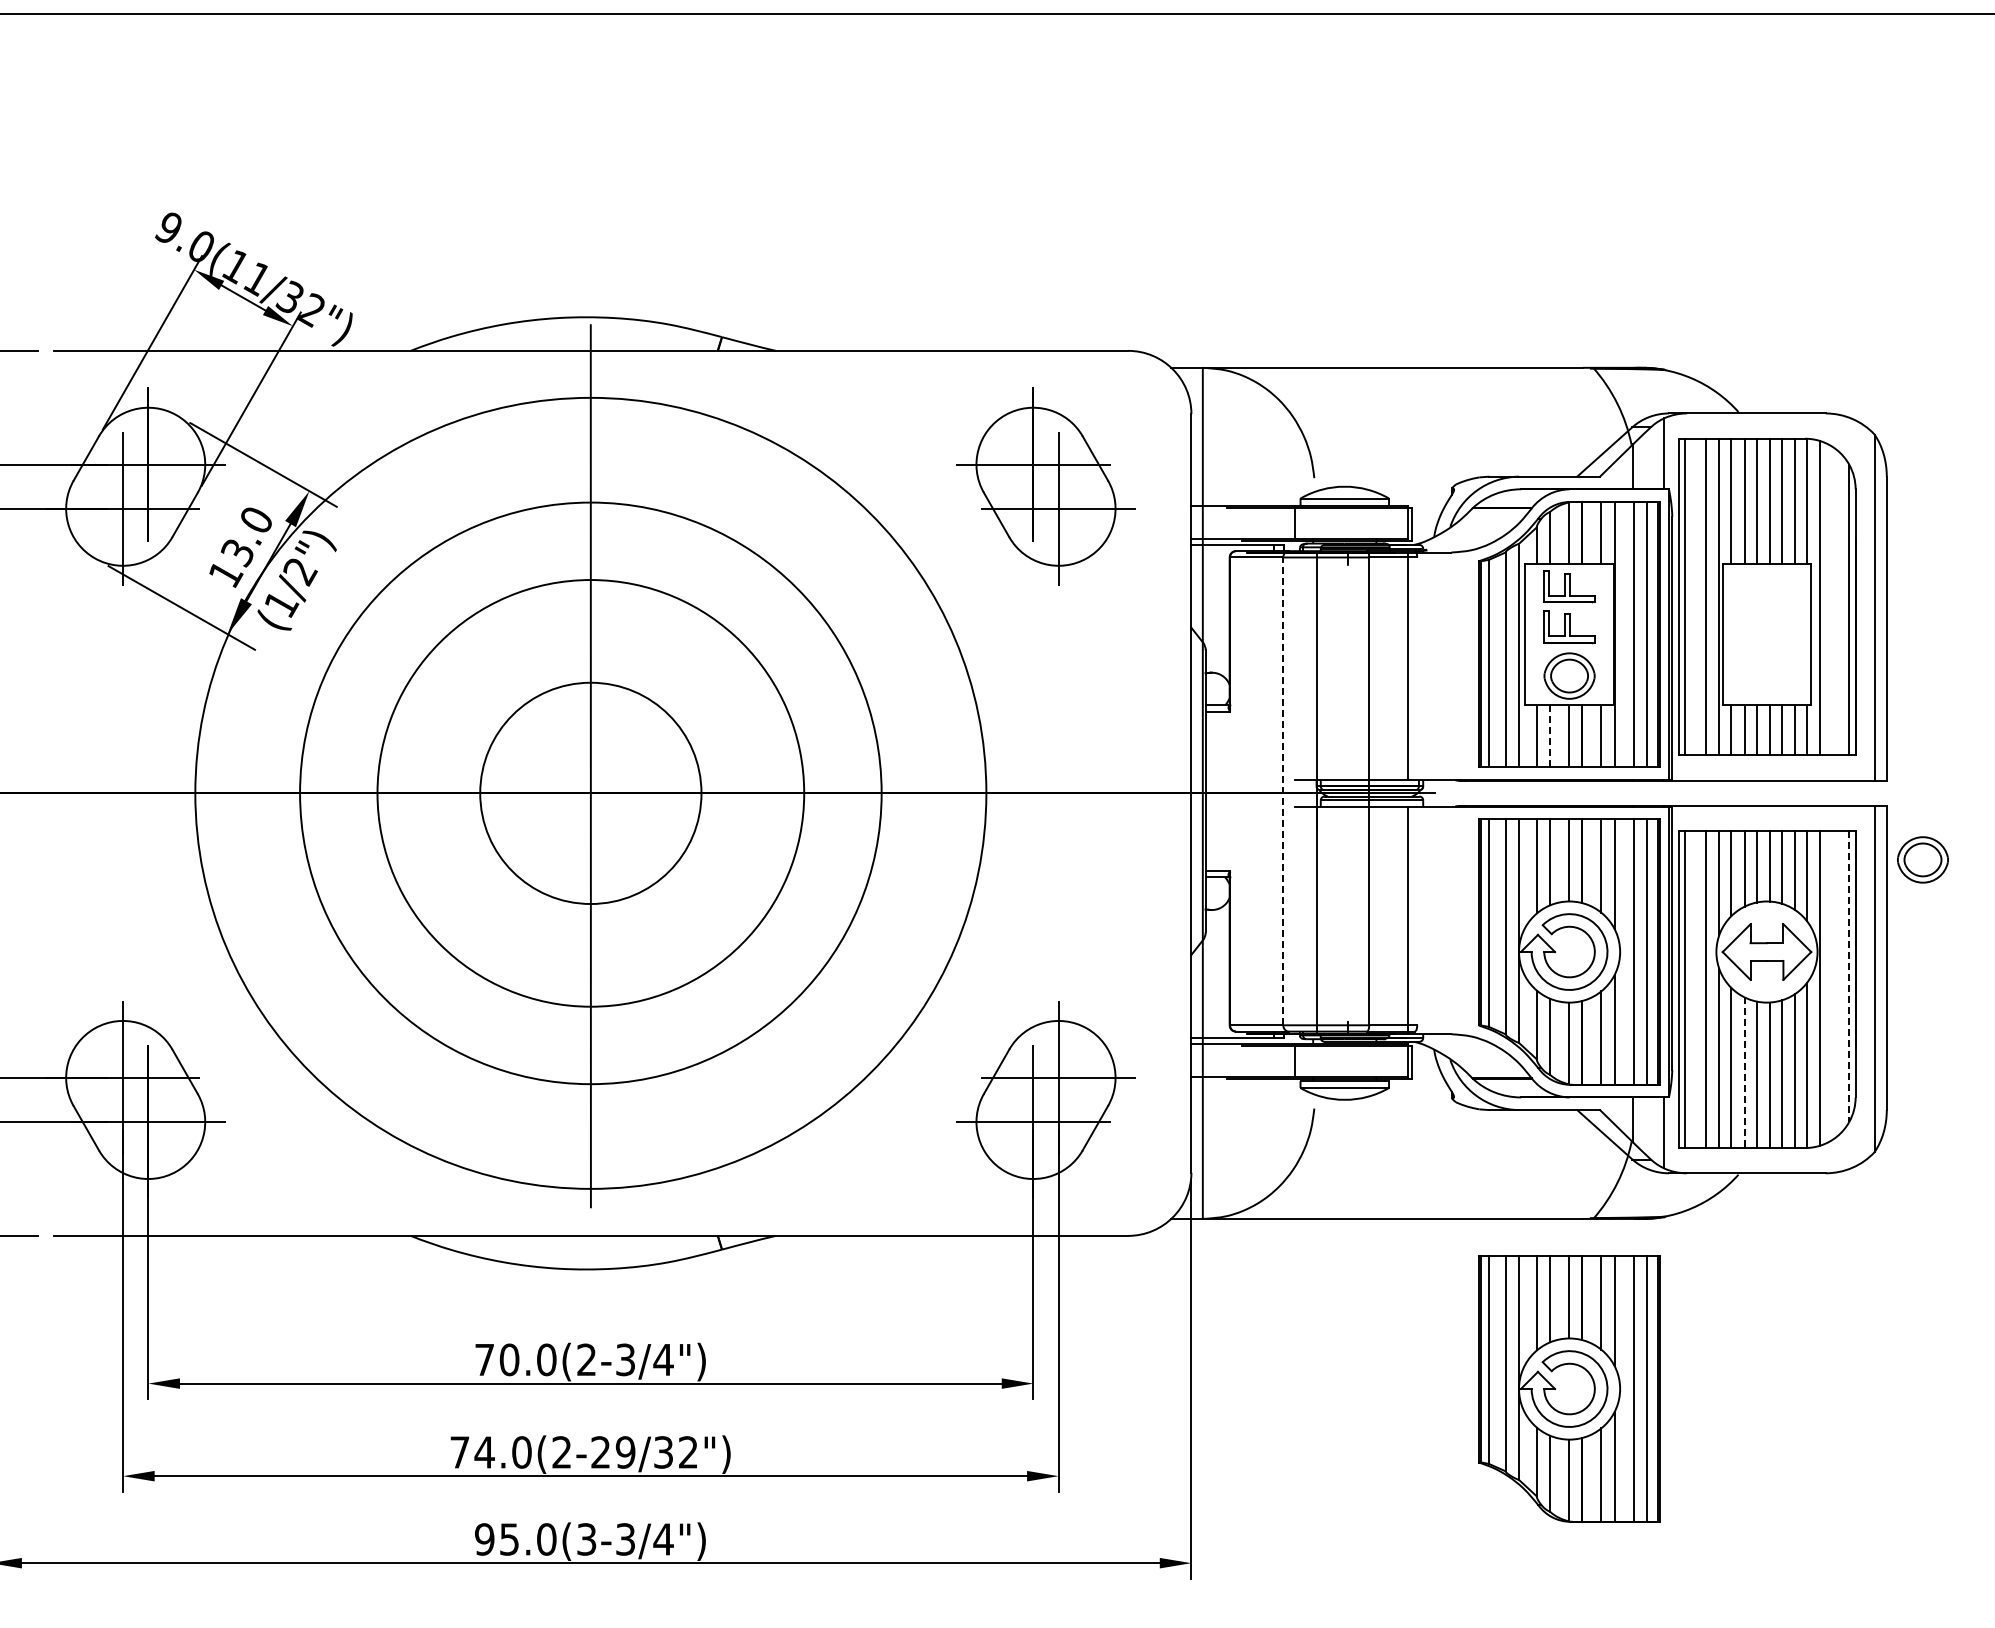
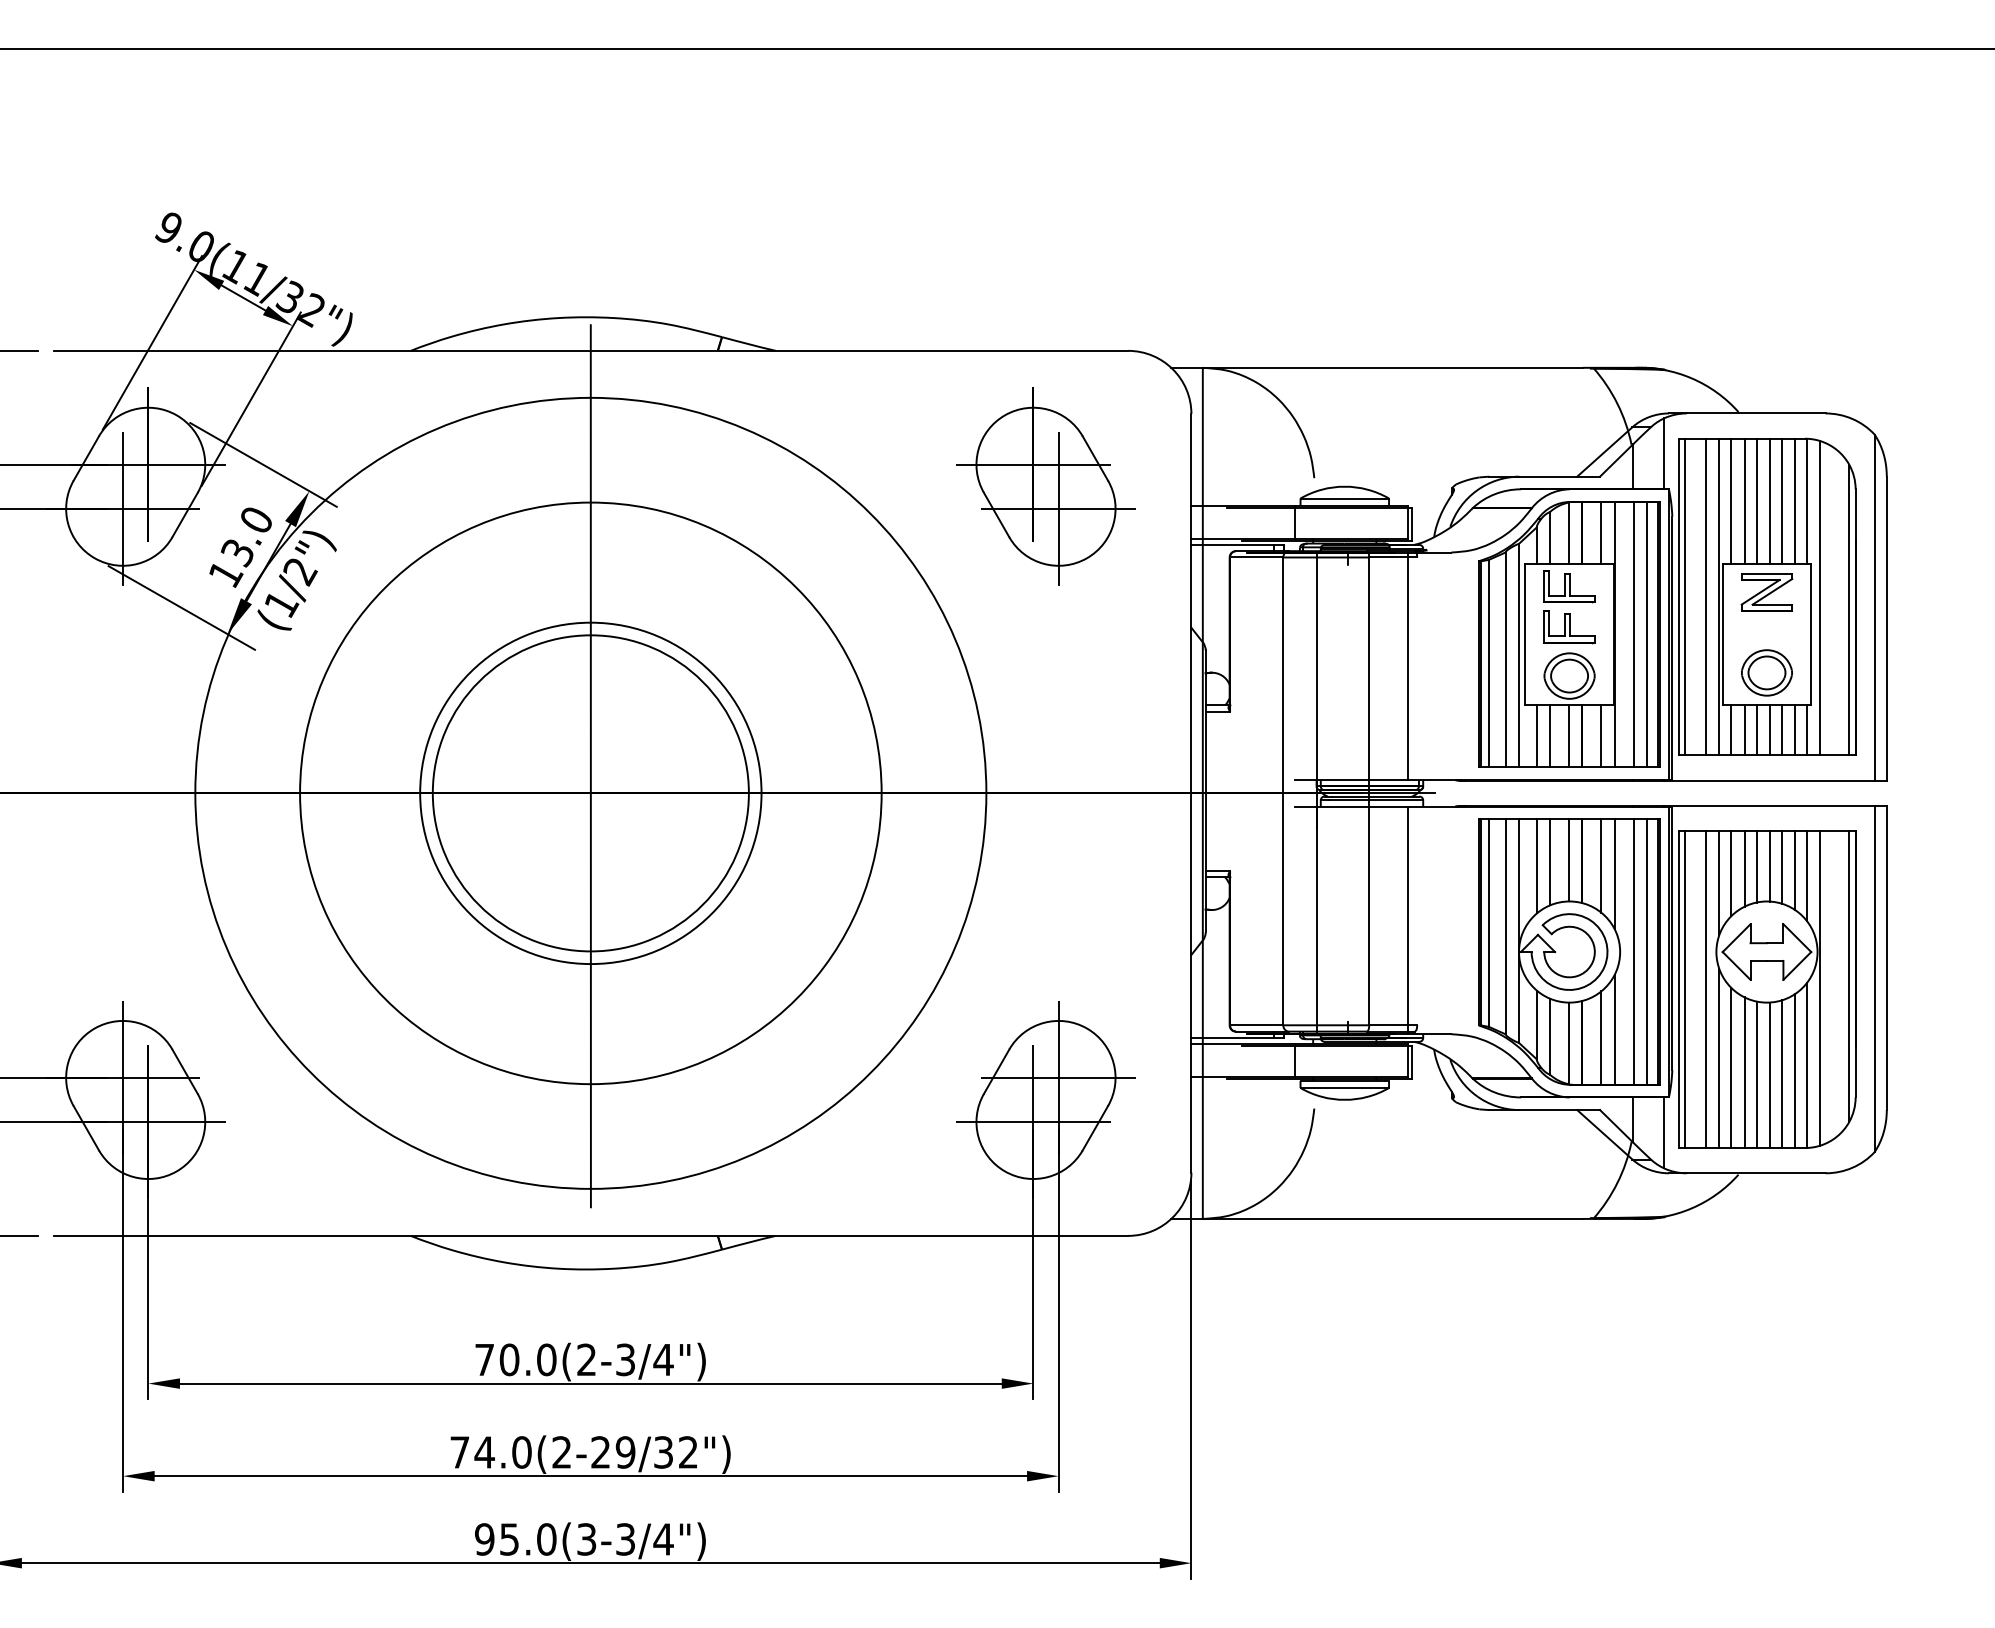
line at (996, 14) position: (996, 14) -> (996, 49)
part at (1766, 592): none -> present
line at (1550, 736): dashed -> solid
line at (1283, 791): dashed -> solid
circle at (590, 793) diameter: 221 px -> 316 px
circle at (590, 793) diameter: 427 px -> 341 px
part at (1922, 859) position: (1922, 859) -> (1766, 672)
line at (1849, 977): dashed -> solid
line at (1744, 1073): dashed -> solid
part at (1569, 1388): present -> none
